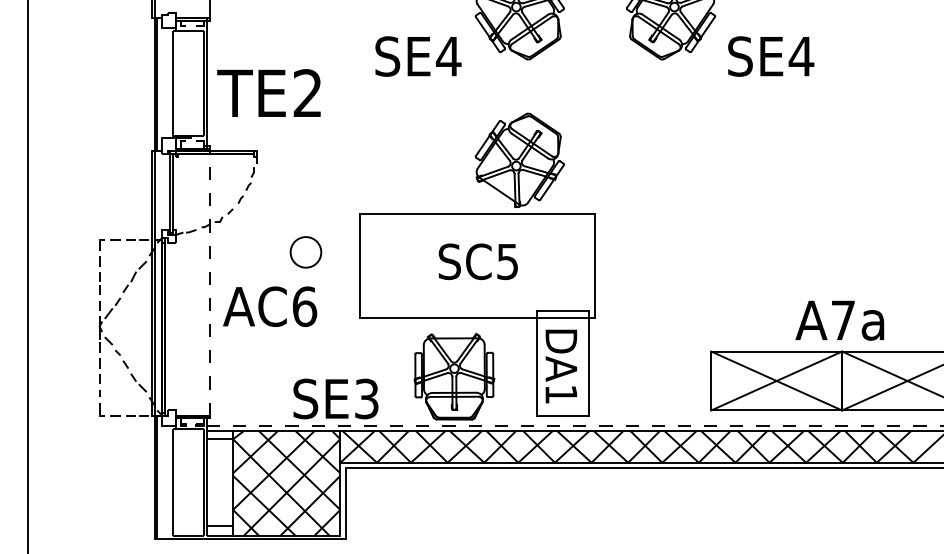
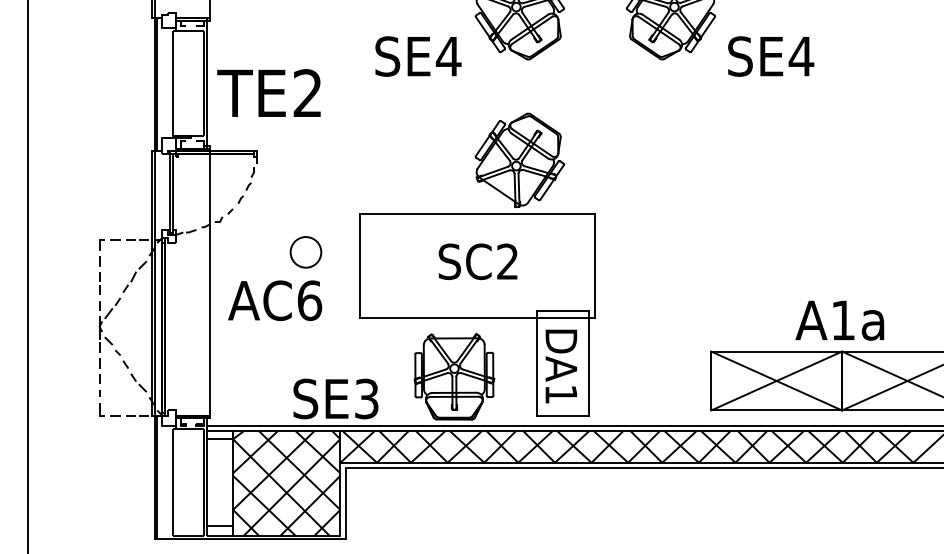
text at (507, 261): SC5 -> SC2
line at (209, 283): dashed -> solid
text at (270, 306) position: (270, 306) -> (275, 300)
text at (843, 320): A7a -> A1a
line at (575, 426): dashed -> solid
